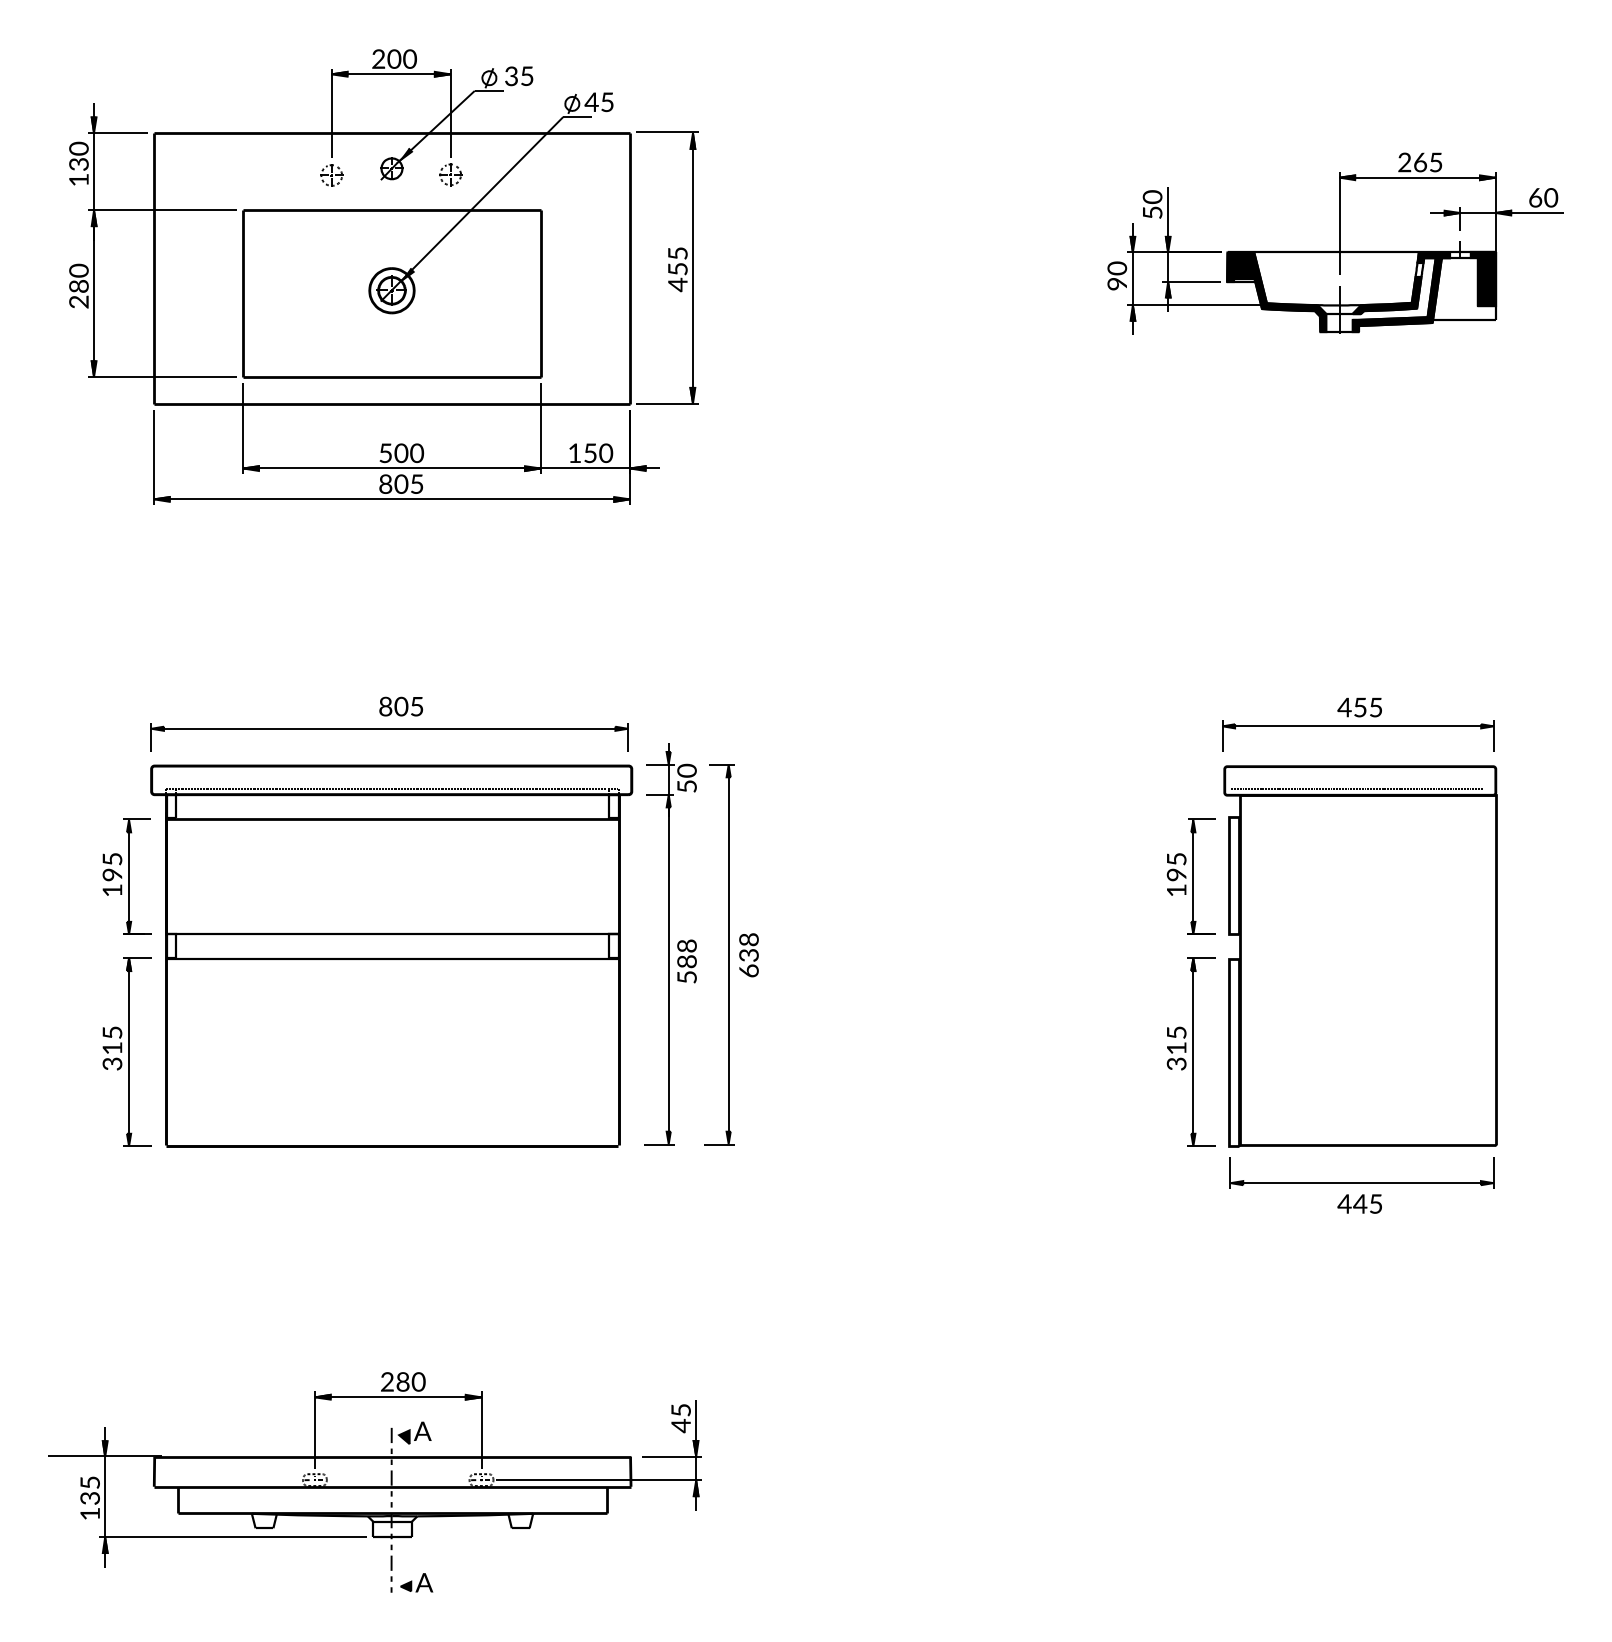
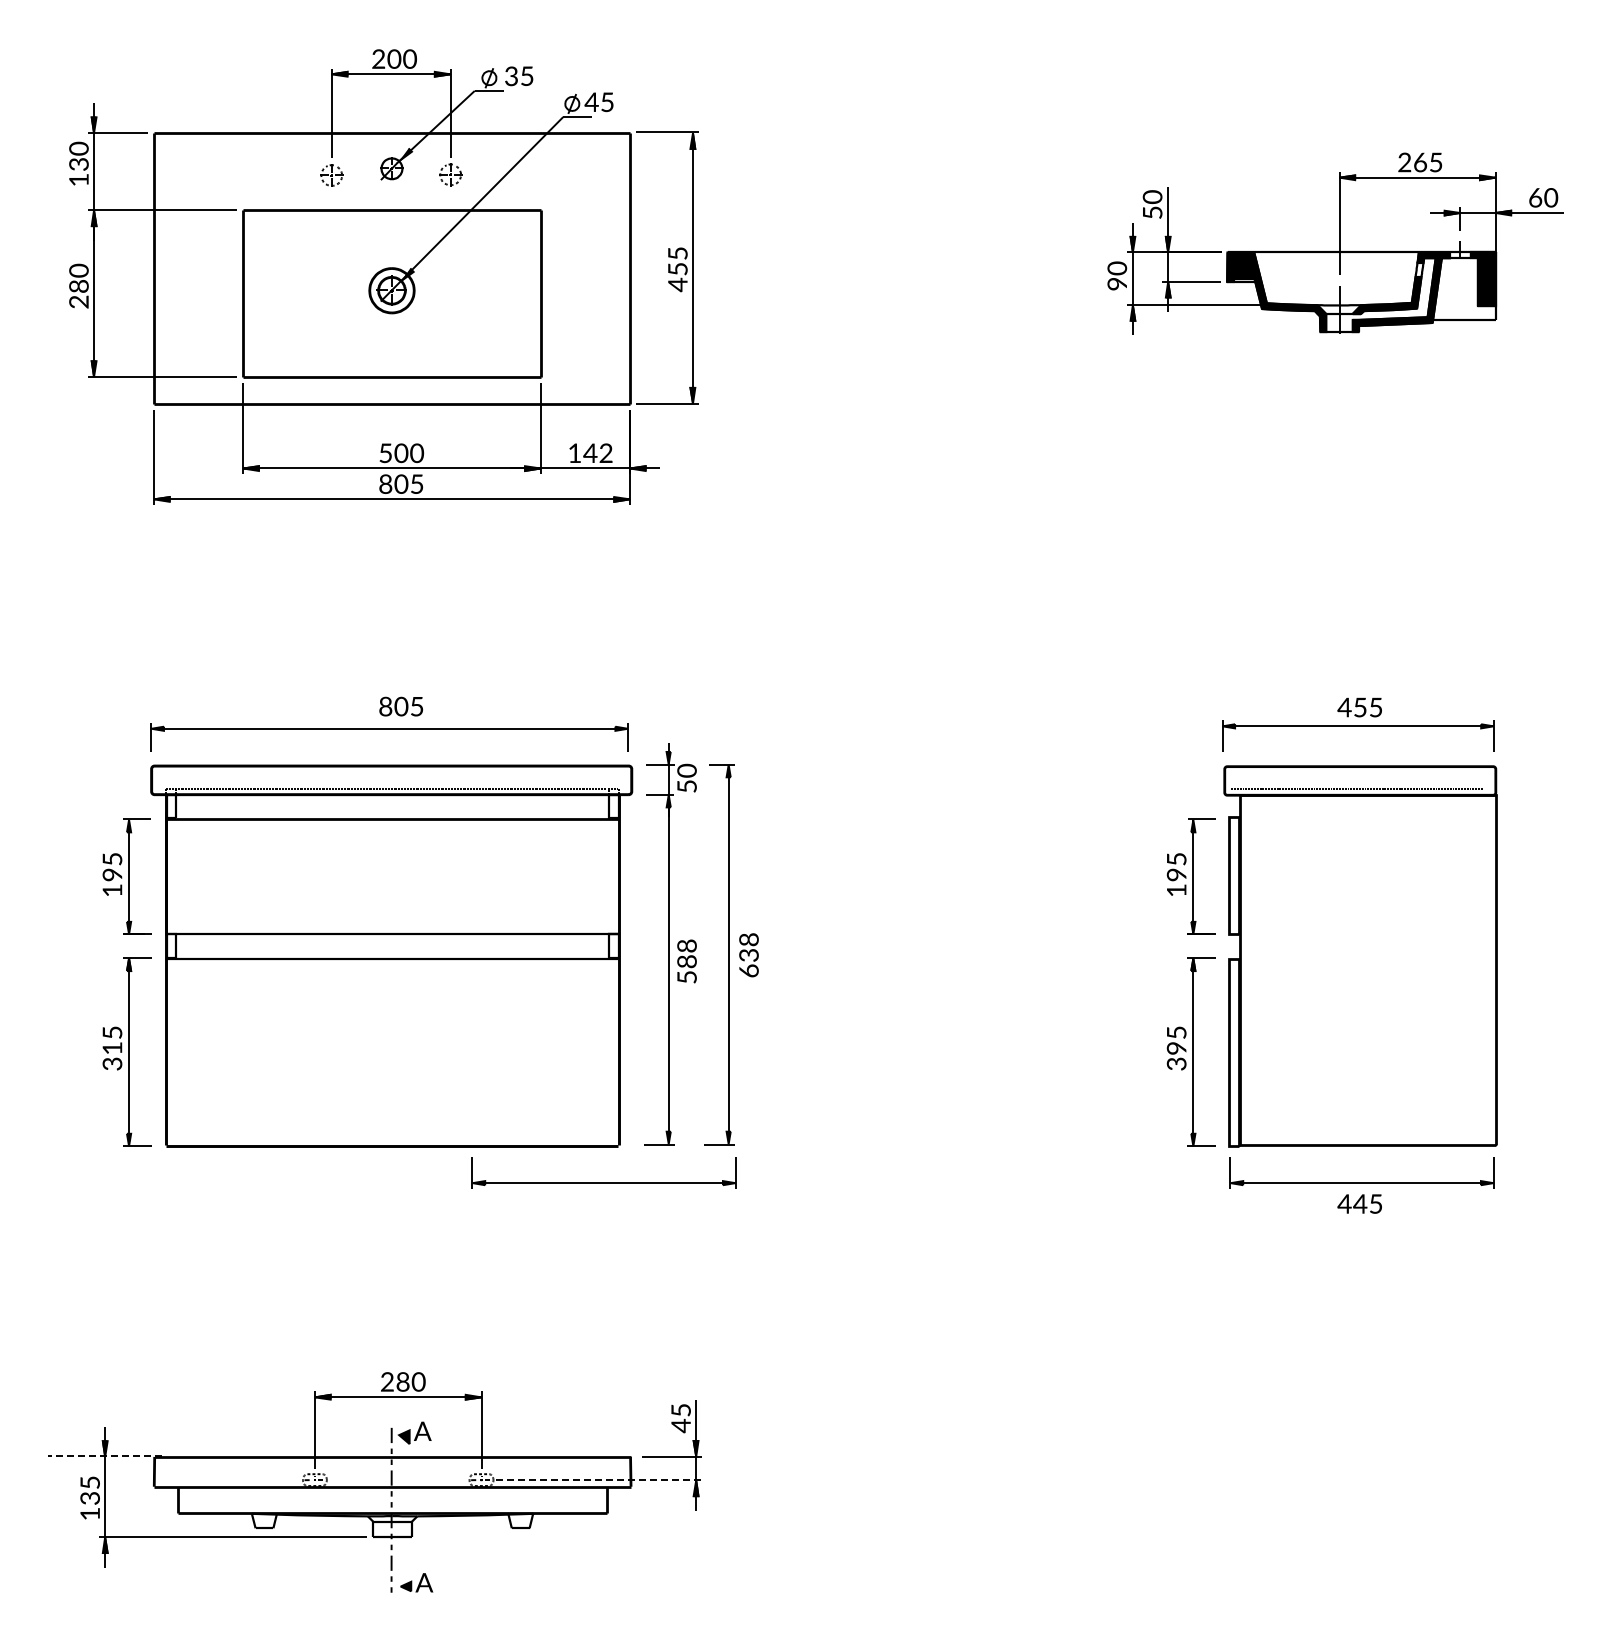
text at (598, 453): 150 -> 142
text at (1176, 1048): 315 -> 395
part at (603, 1182): none -> present
line at (105, 1456): solid -> dashed
line at (599, 1480): solid -> dashed
